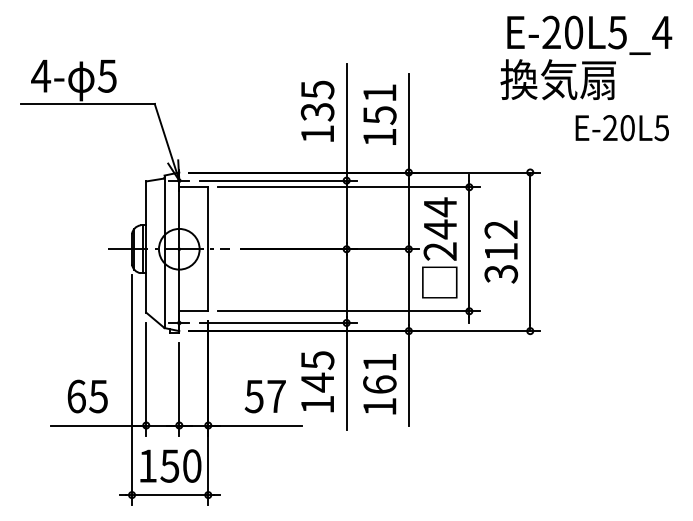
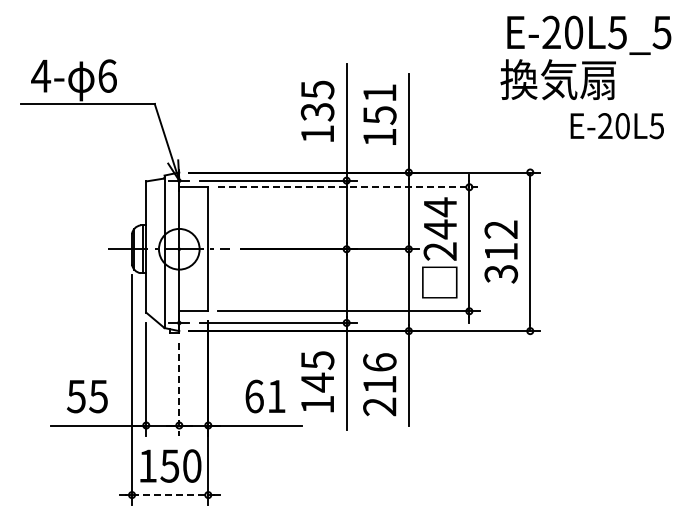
text at (662, 32): E-20L5_4 -> E-20L5_5
text at (106, 75): 5 -> 6
text at (621, 128) position: (621, 128) -> (616, 126)
line at (348, 187): solid -> dashed
text at (379, 384): 161 -> 216
line at (179, 390): solid -> dashed
text at (76, 396): 65 -> 55
text at (264, 396): 57 -> 61
line at (170, 495): solid -> dashed
